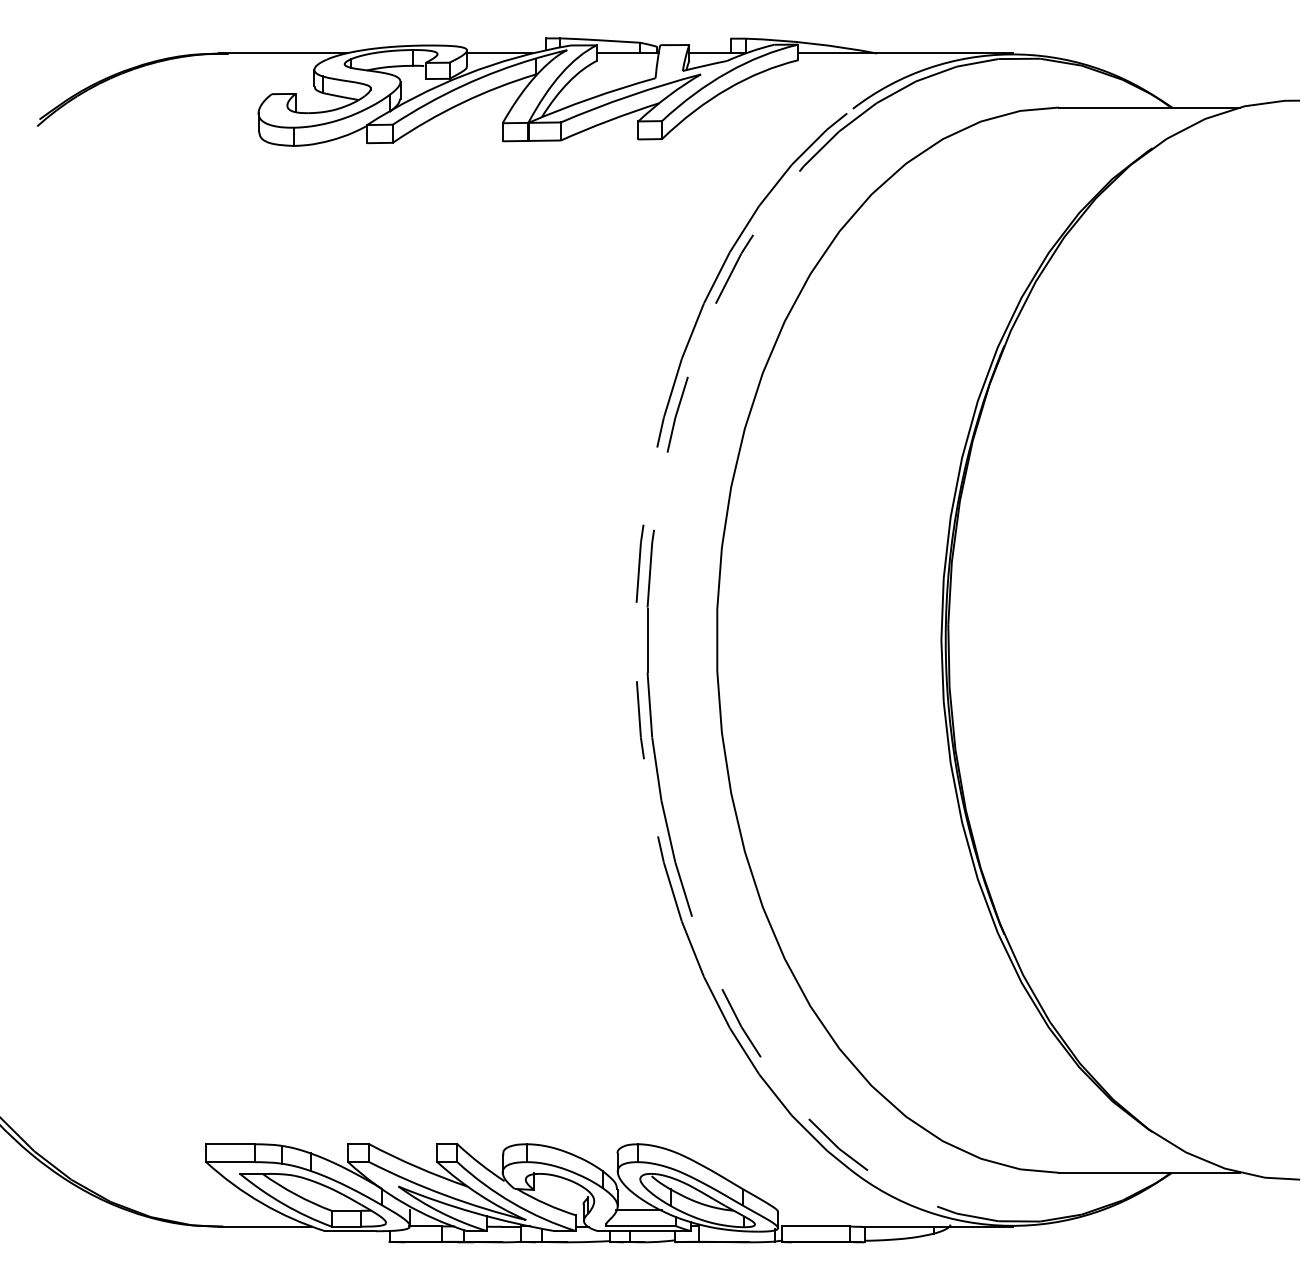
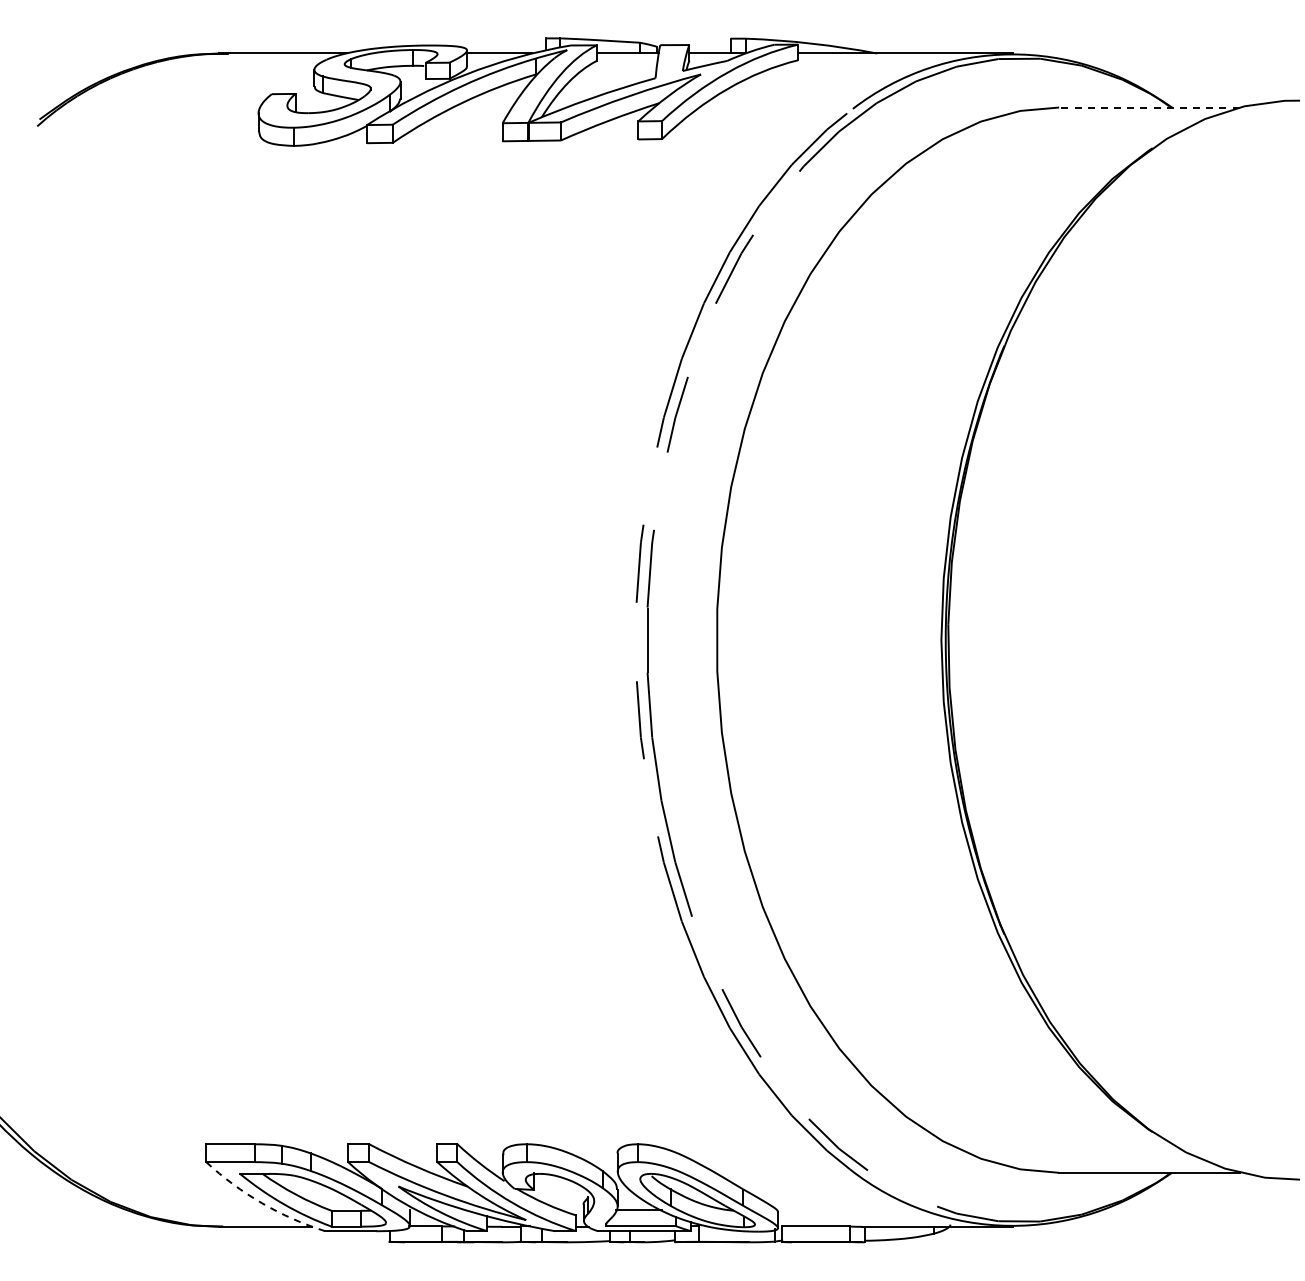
line at (1148, 107): solid -> dashed
arc at (262, 1203): solid -> dashed
